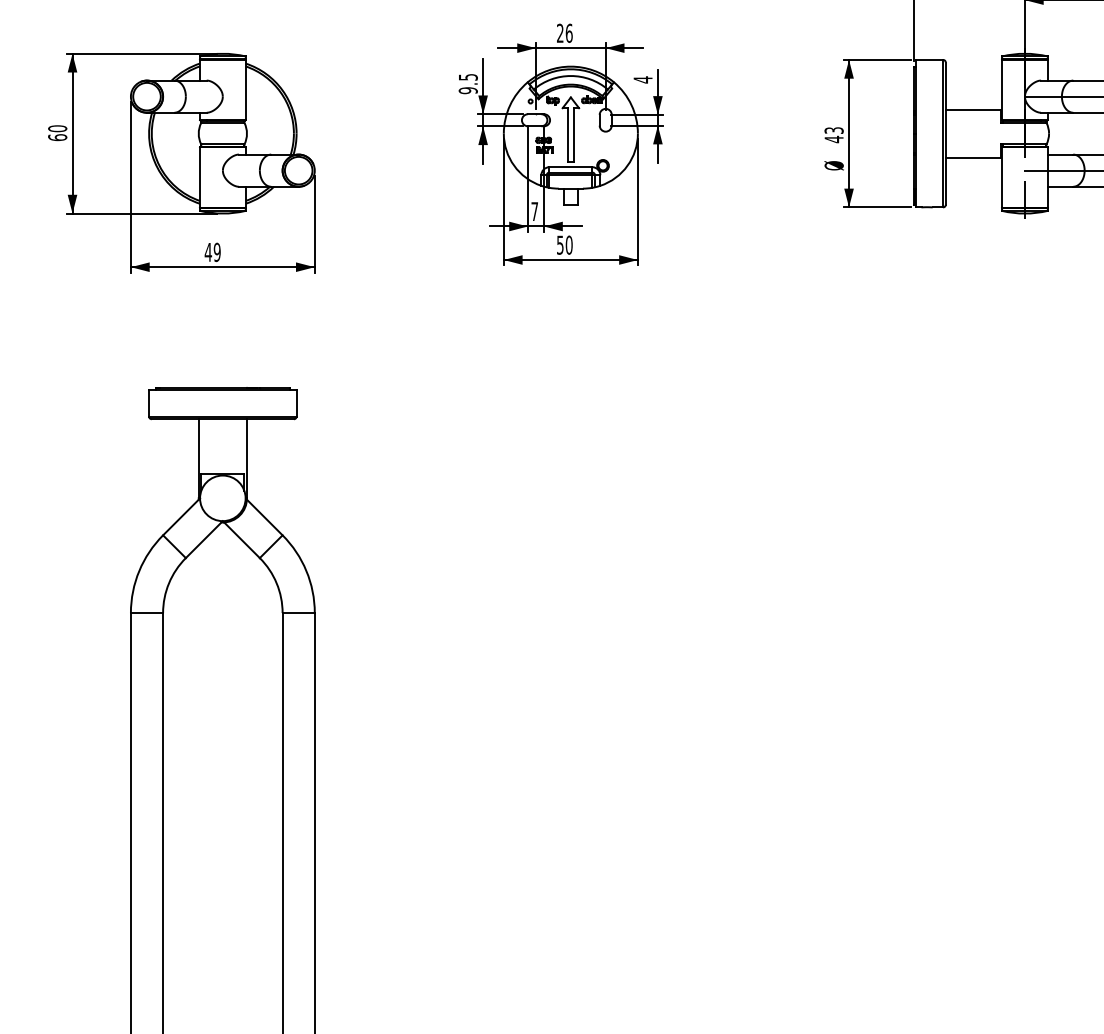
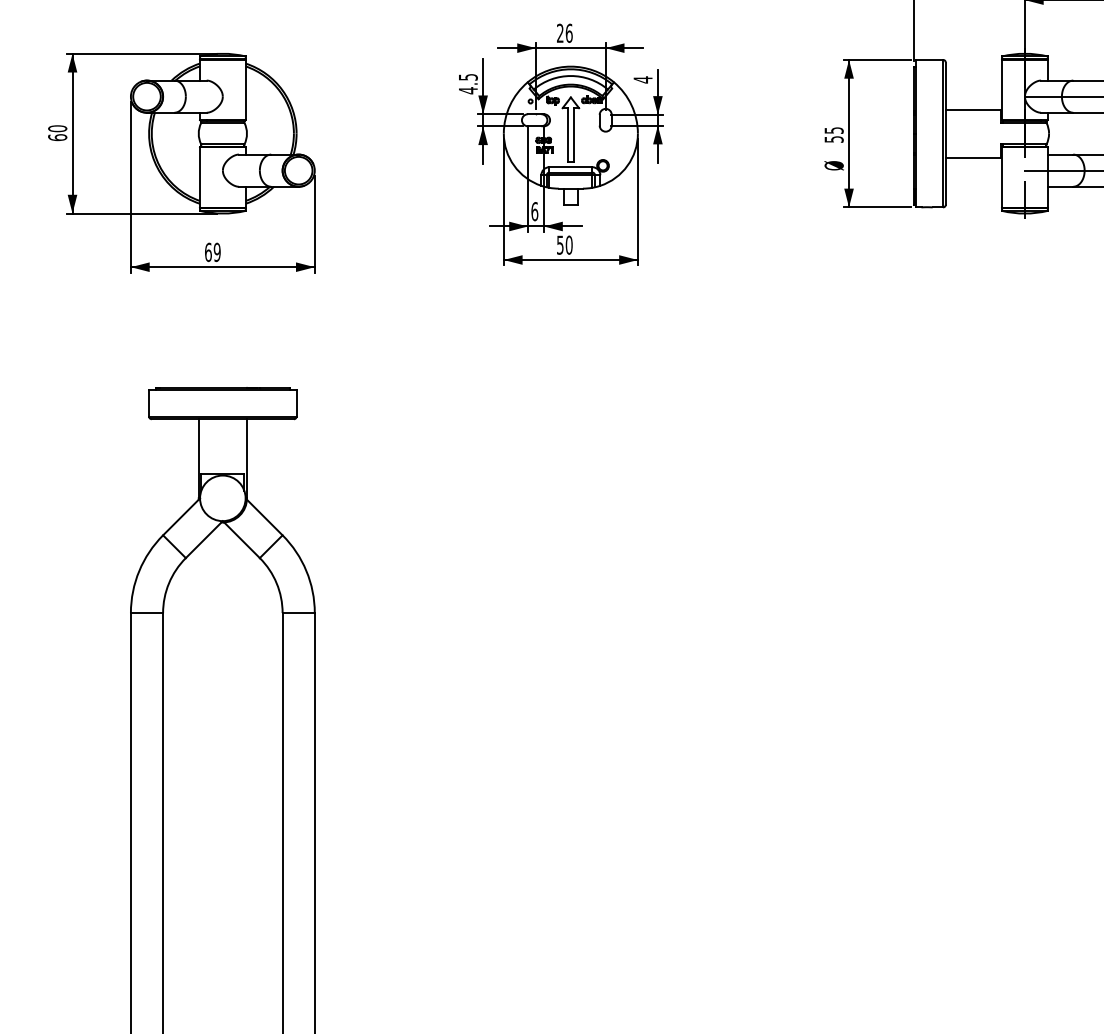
text at (467, 90): 9.5 -> 4.5
text at (833, 135): 43 -> 55
text at (534, 211): 7 -> 6
text at (208, 252): 49 -> 69
